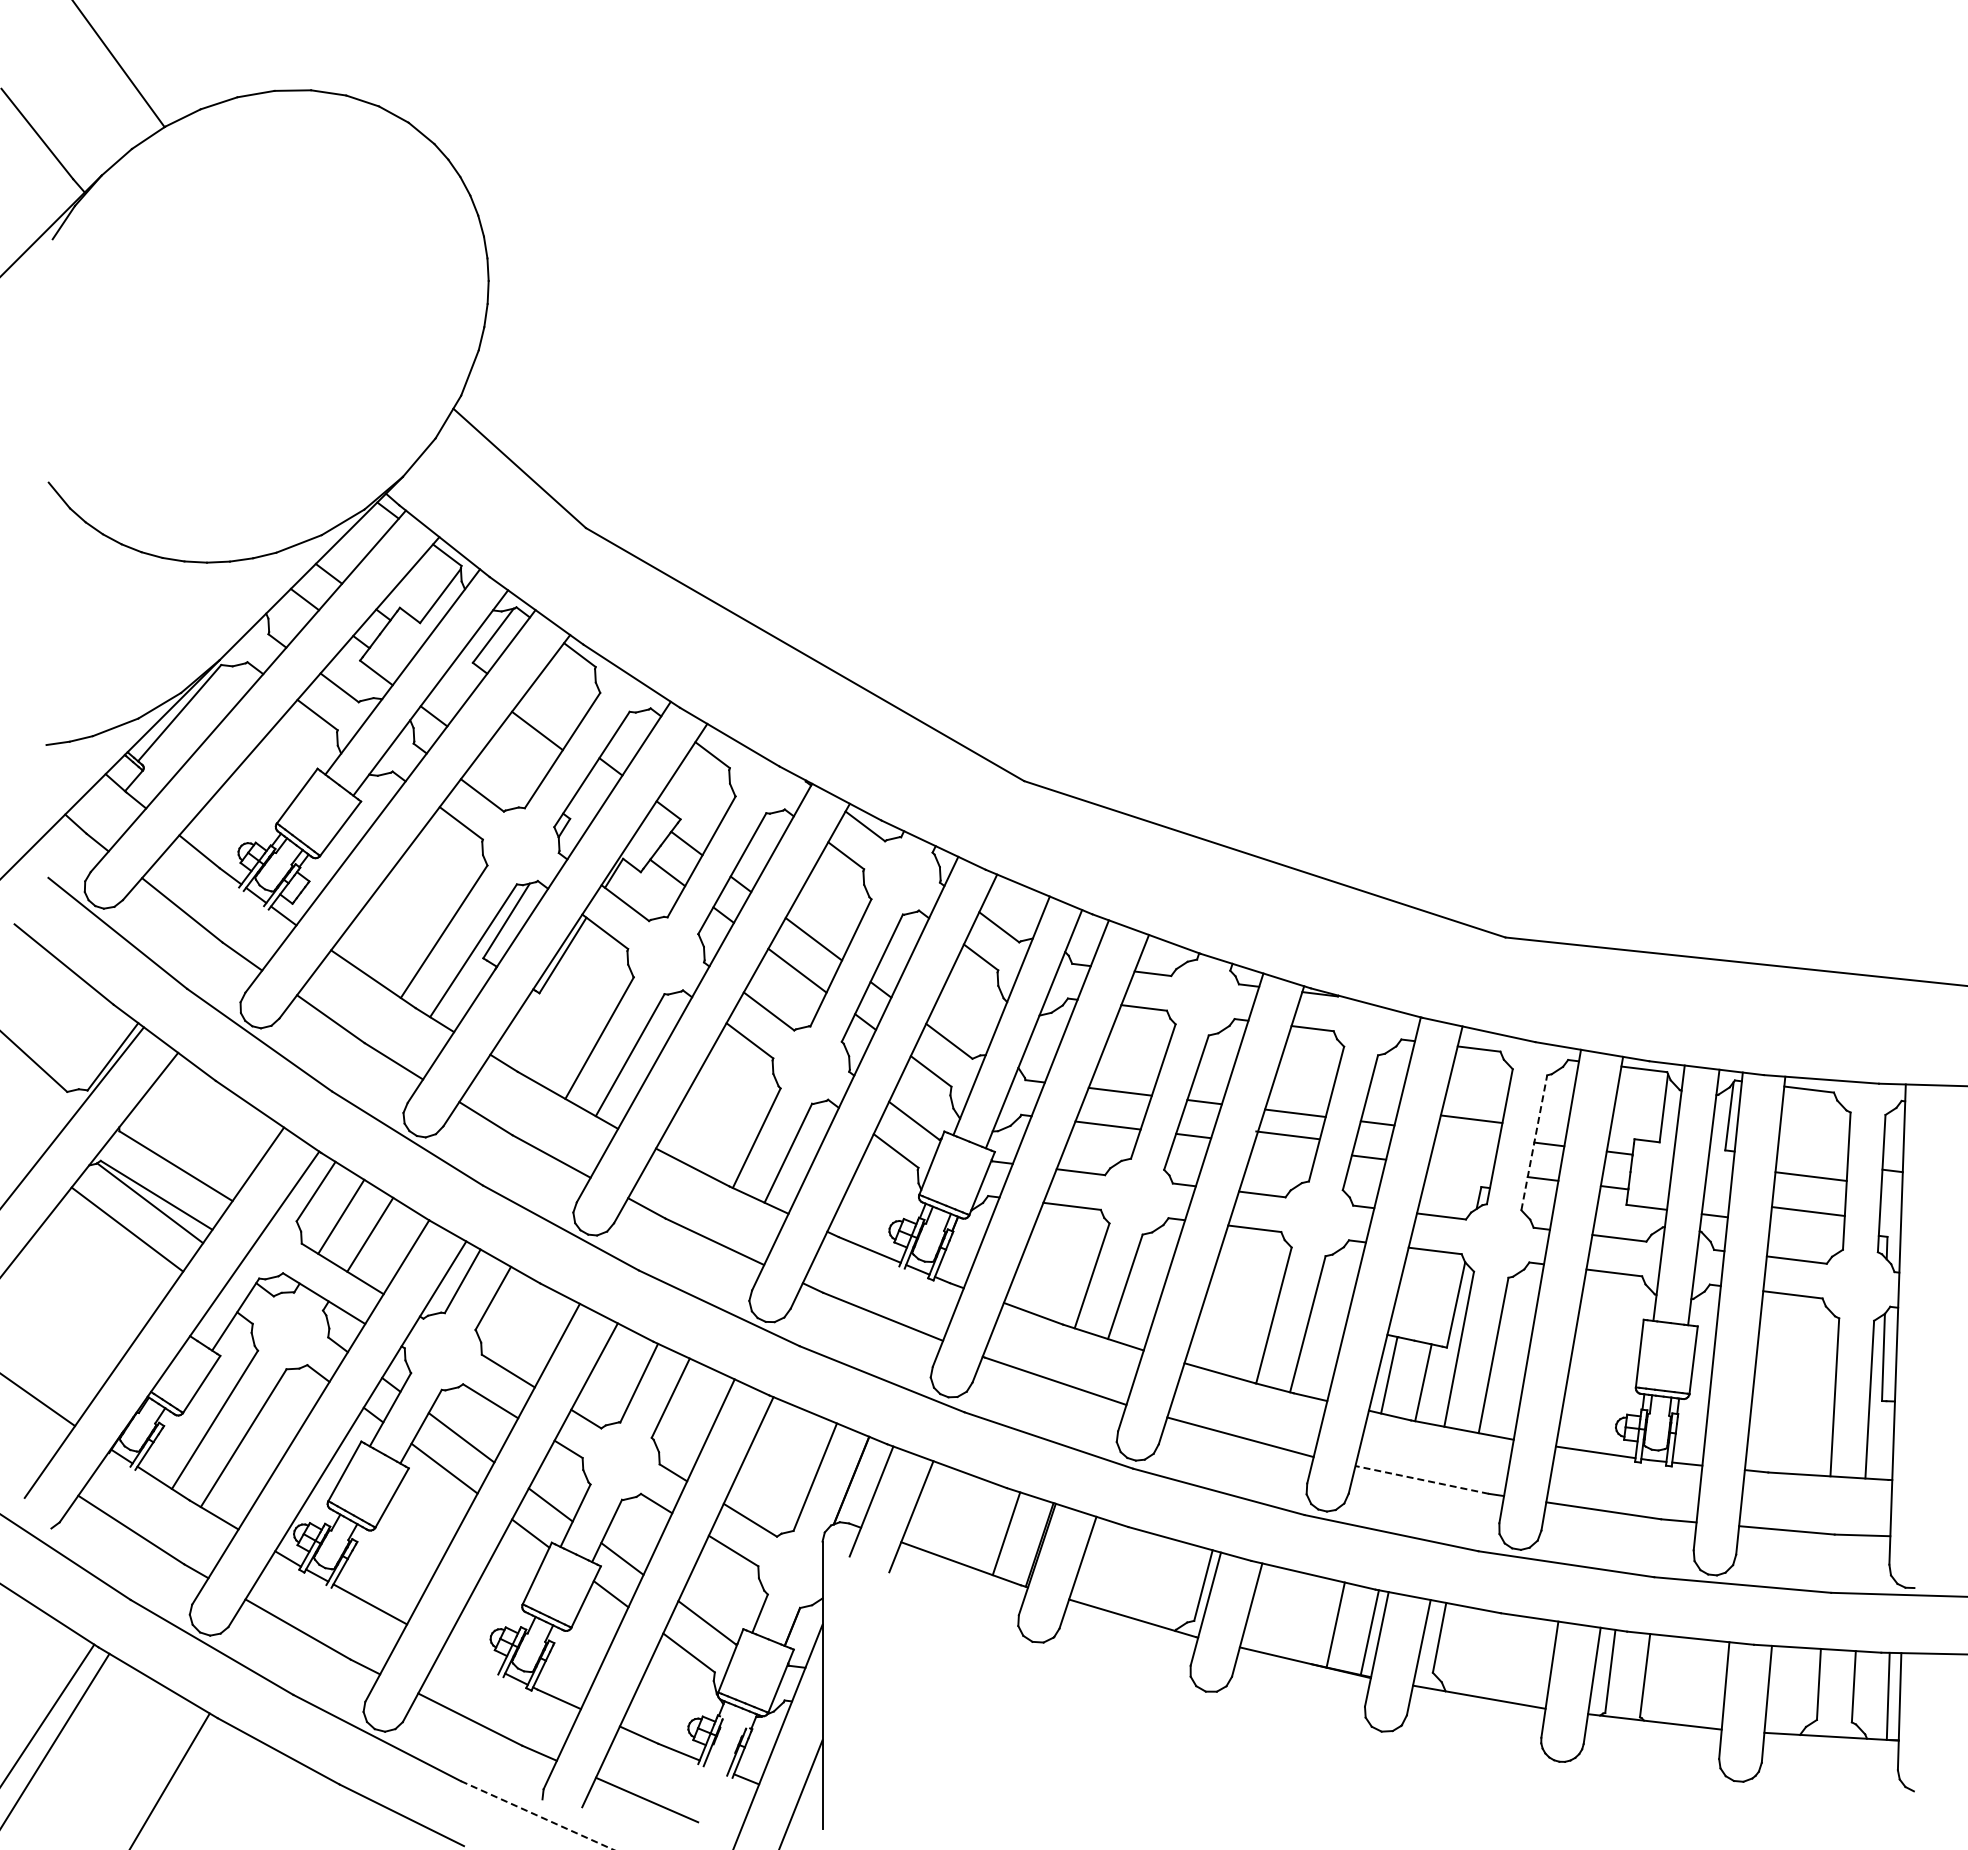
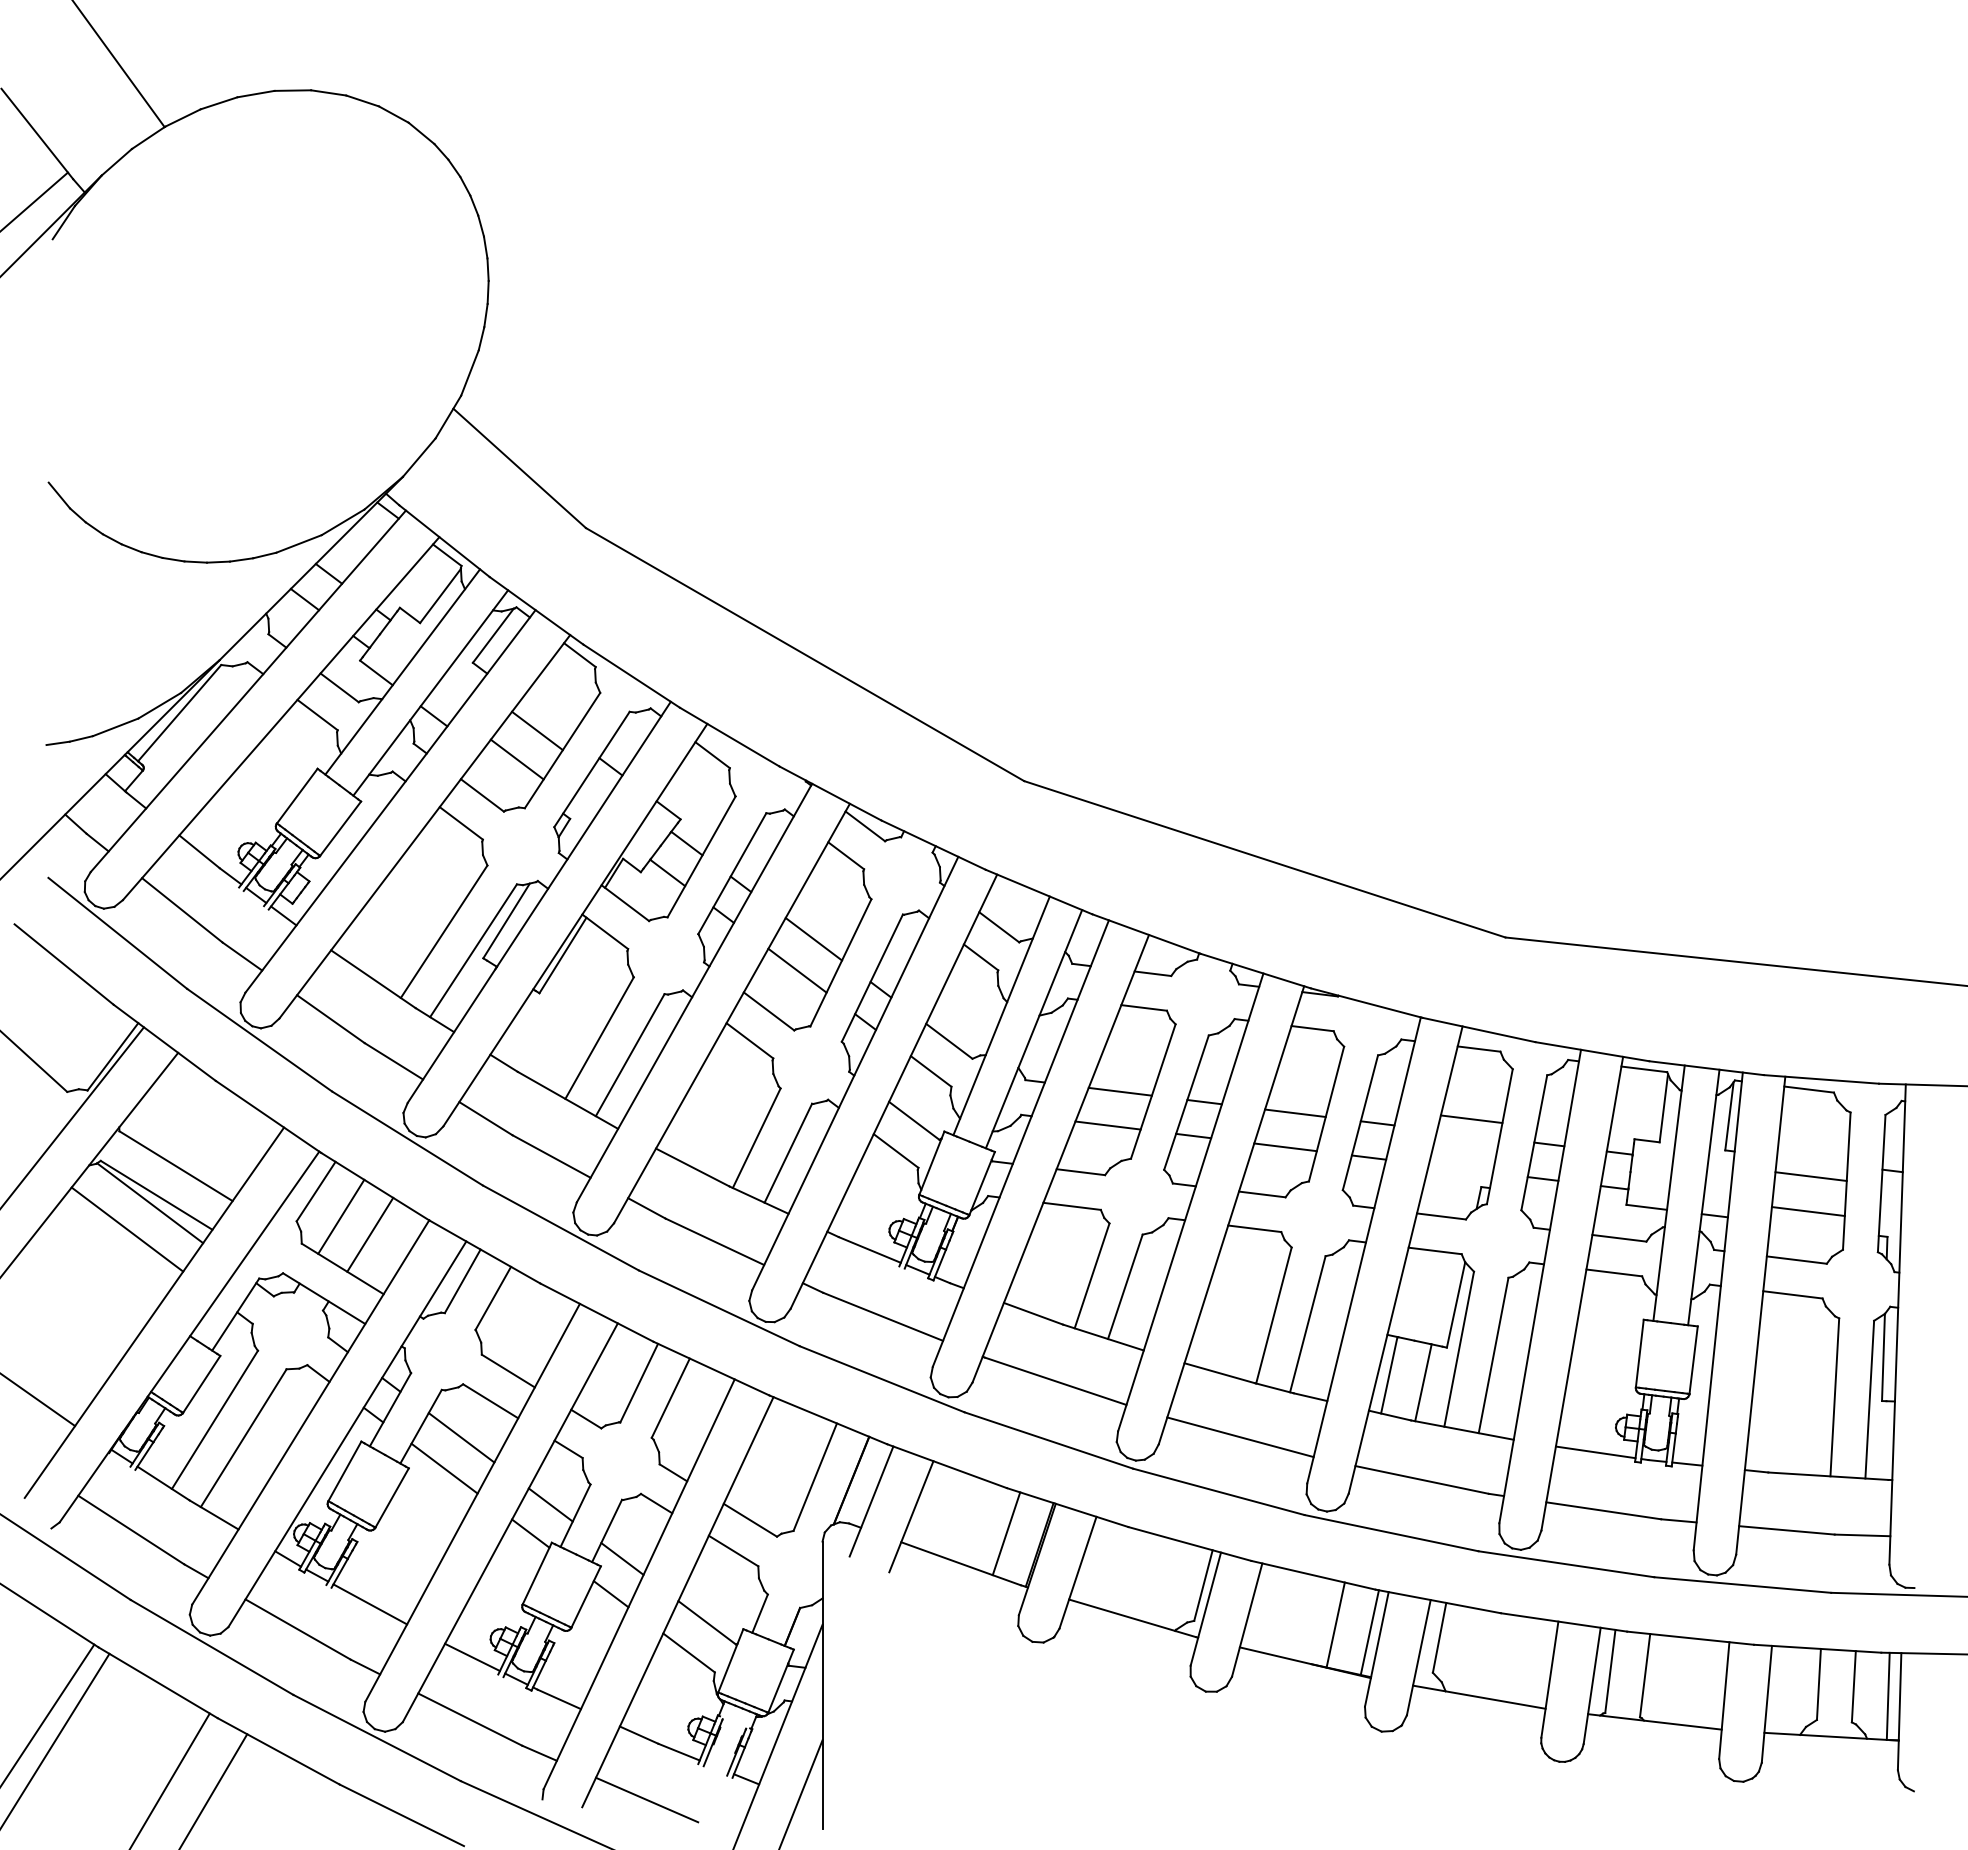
line at (34, 200): none -> present
line at (516, 759): none -> present
line at (1287, 1135) position: (1287, 1135) -> (1285, 1147)
line at (1534, 1142): dashed -> solid
line at (1421, 1479): dashed -> solid
line at (472, 1657): none -> present
line at (214, 1790): none -> present
line at (537, 1815): dashed -> solid
